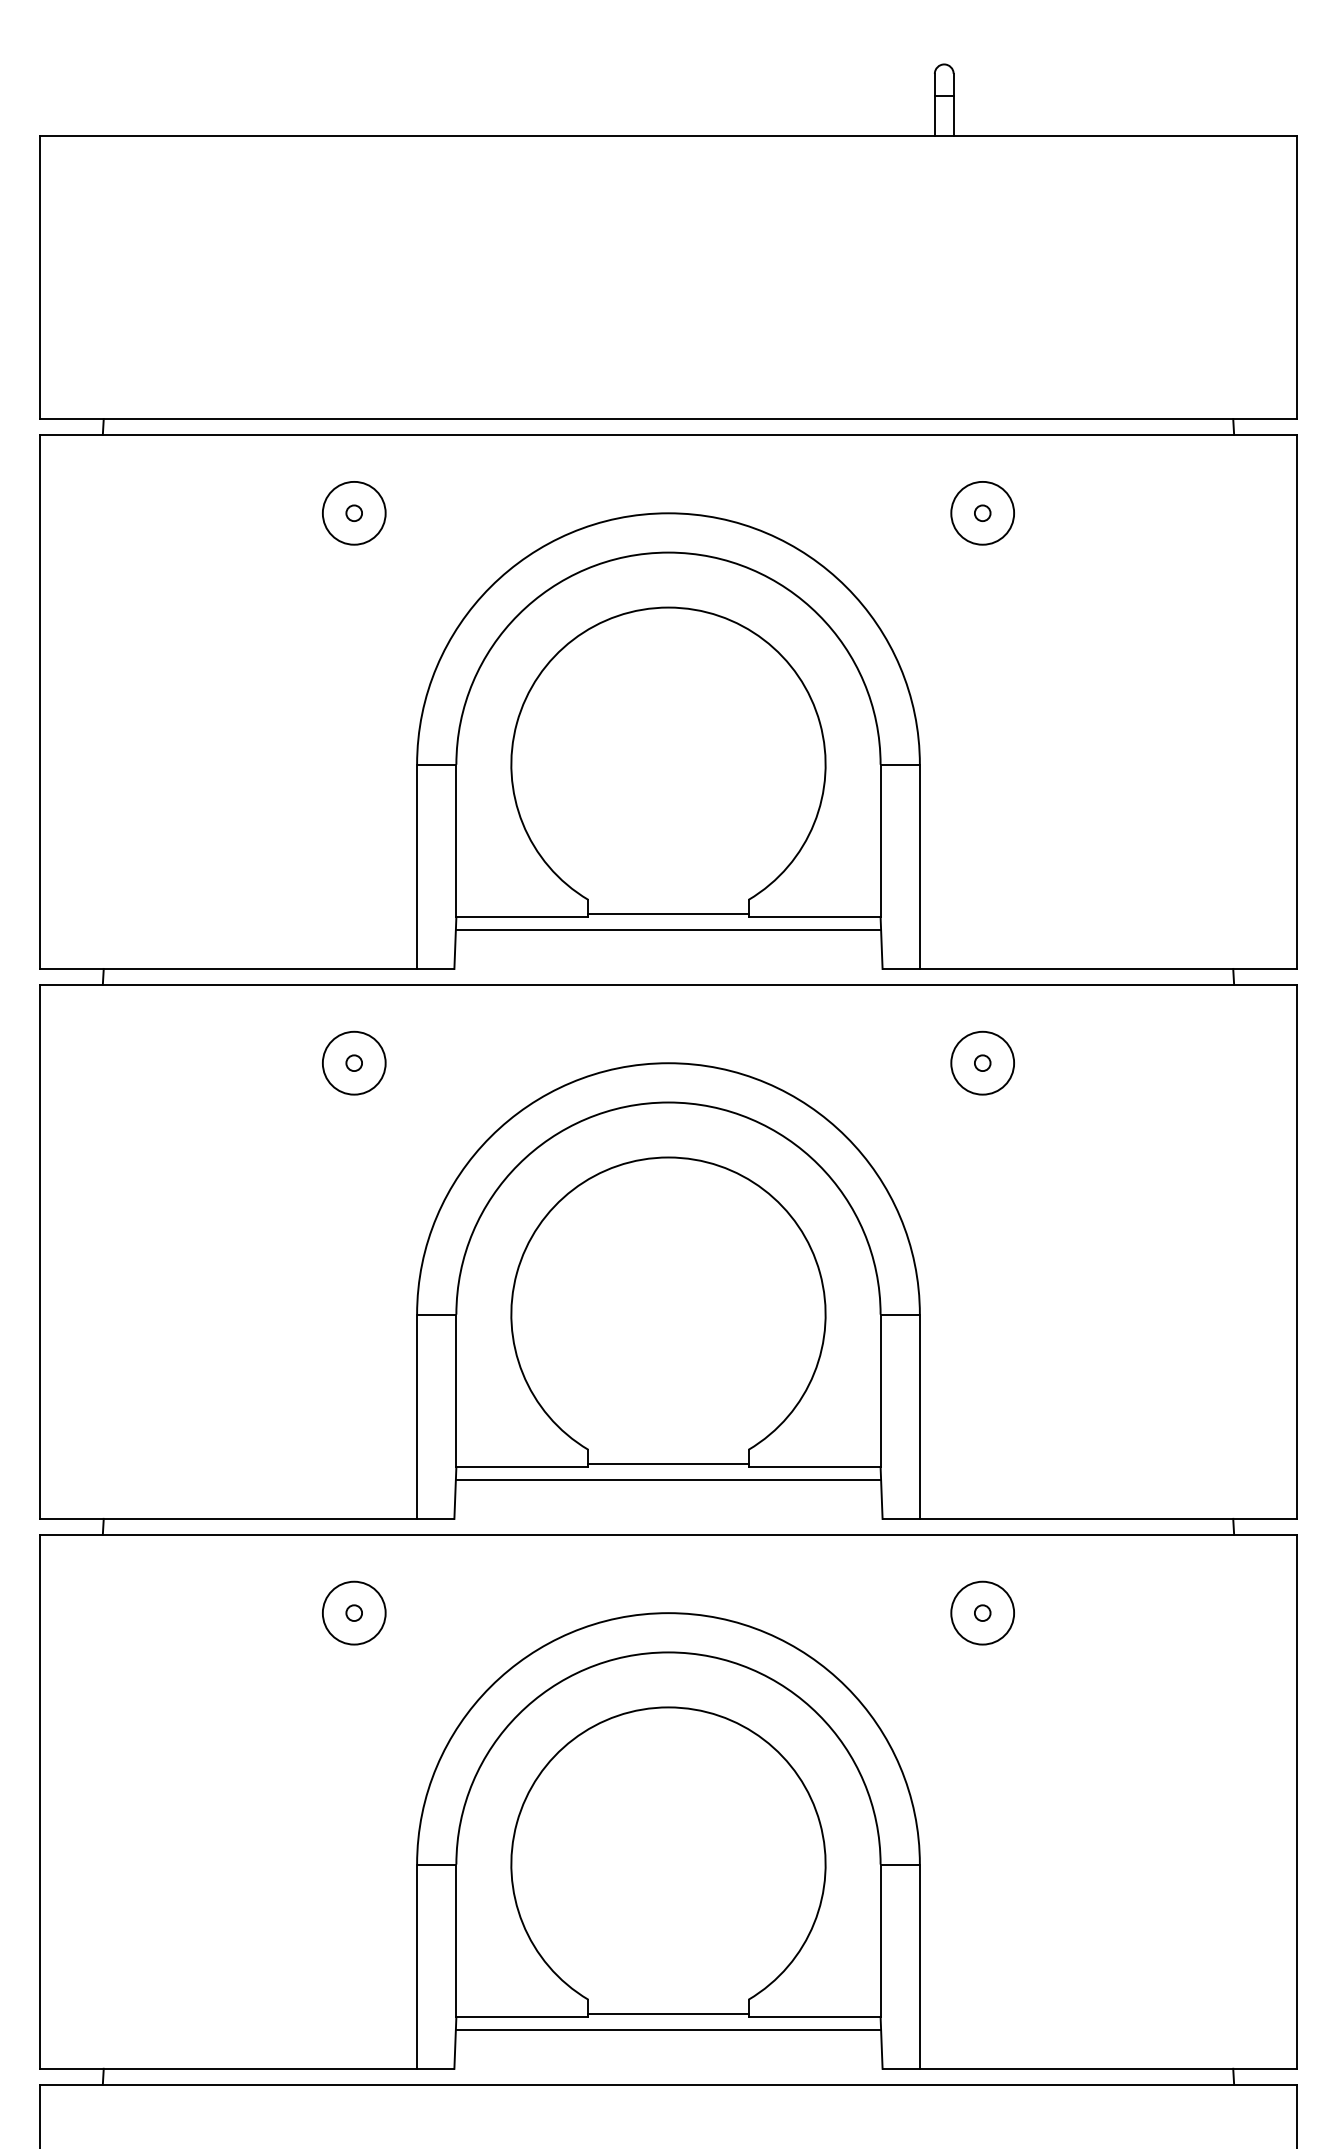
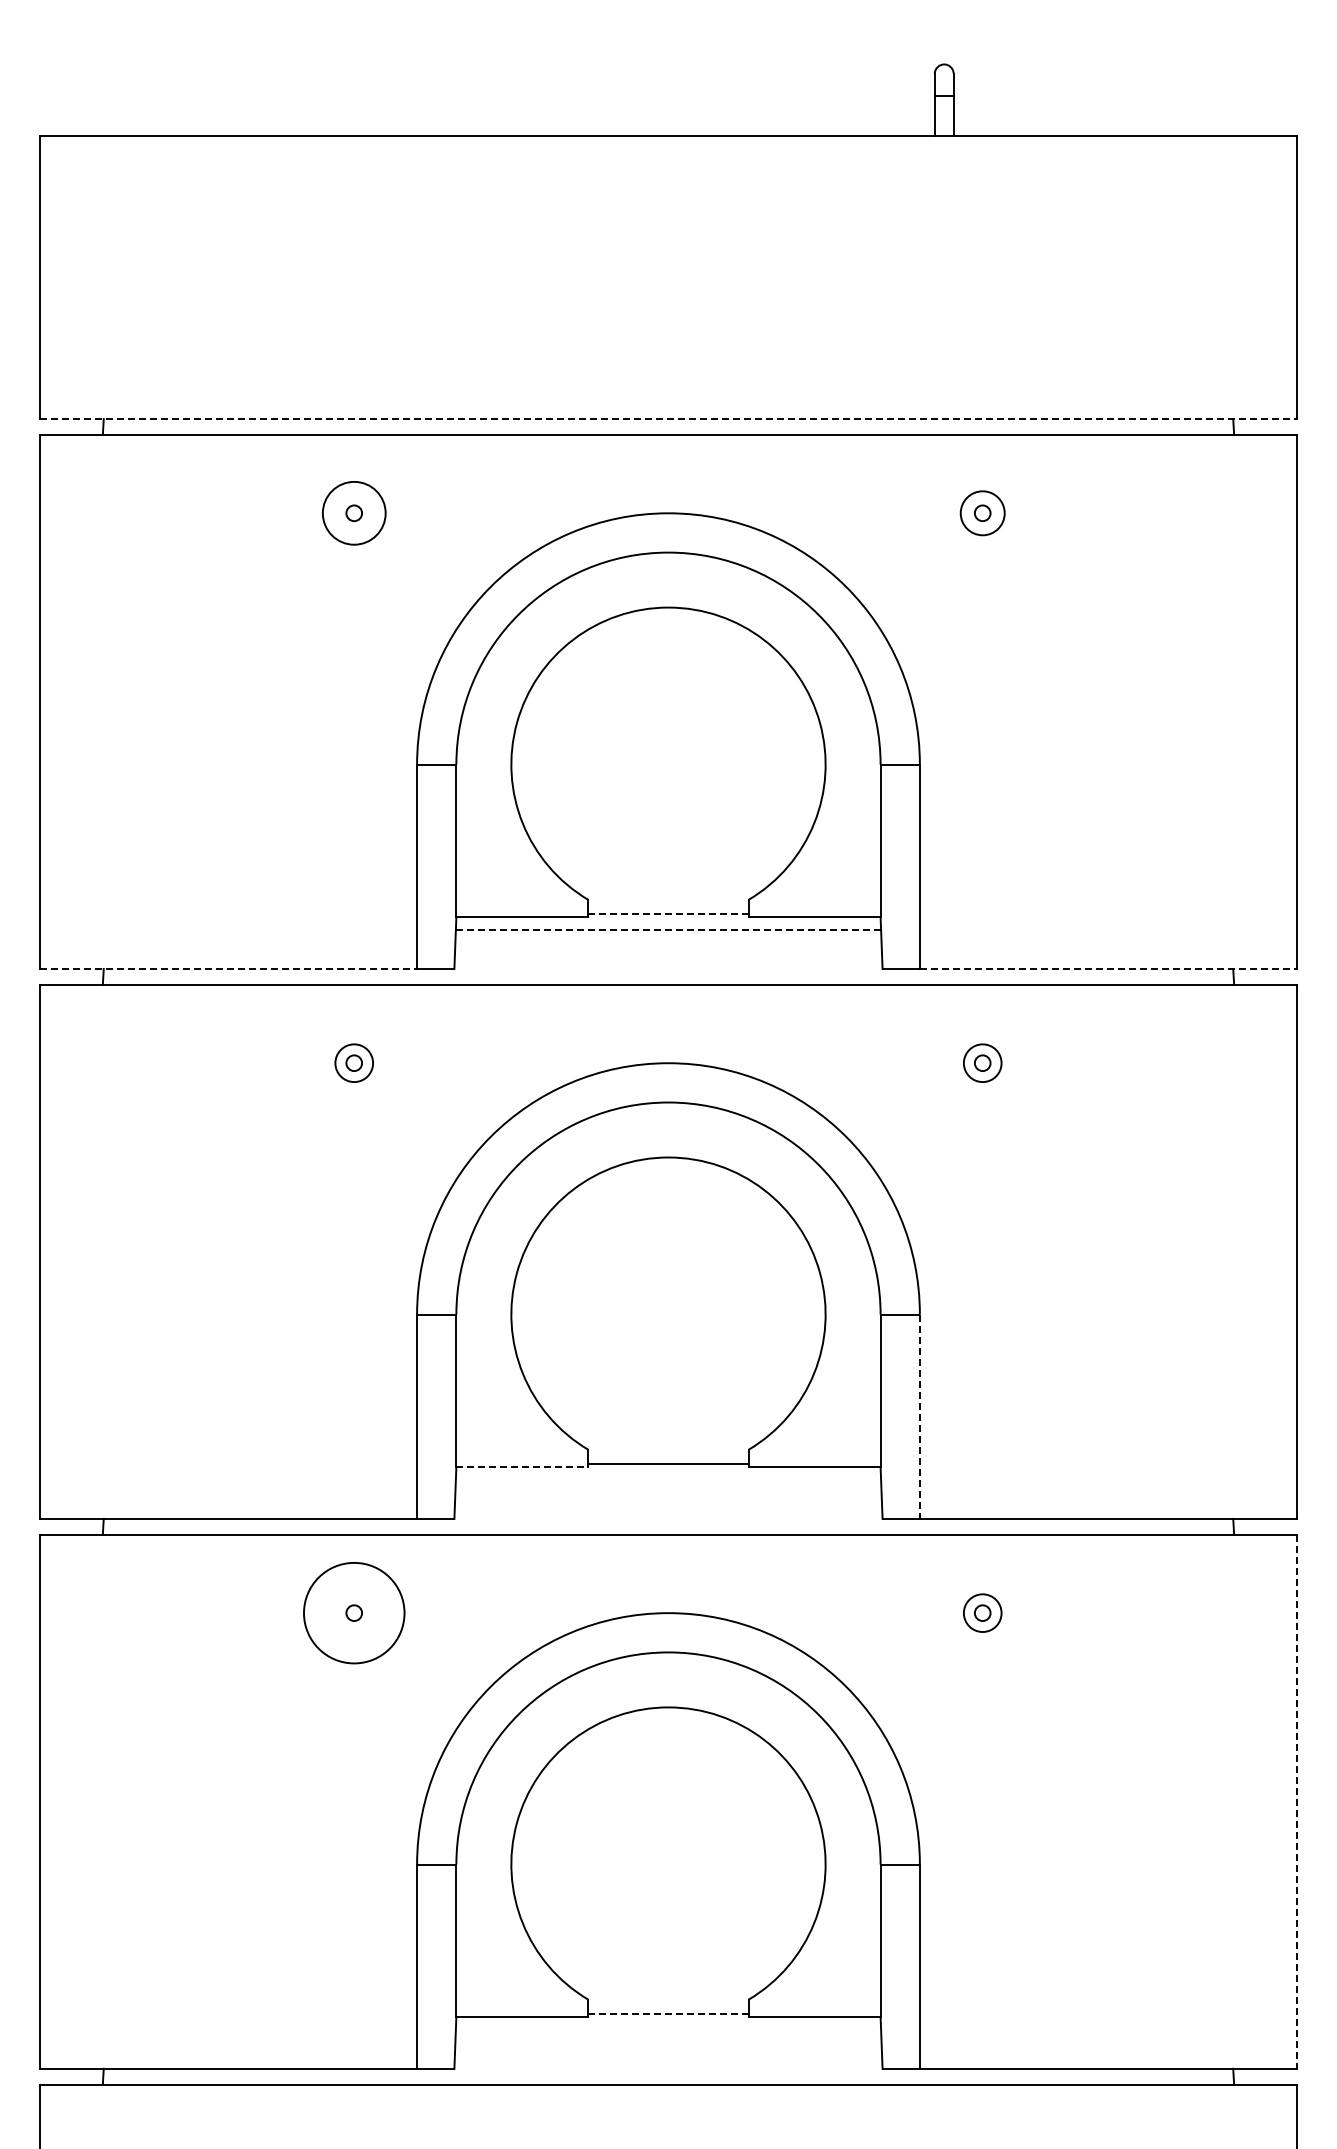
line at (668, 419): solid -> dashed
circle at (982, 512) diameter: 63 px -> 44 px
line at (668, 913): solid -> dashed
line at (668, 929): solid -> dashed
line at (228, 968): solid -> dashed
line at (1108, 968): solid -> dashed
circle at (353, 1062) diameter: 63 px -> 38 px
circle at (982, 1062) diameter: 63 px -> 38 px
line at (919, 1417): solid -> dashed
line at (522, 1467): solid -> dashed
line at (668, 1479): present -> none
circle at (353, 1612) diameter: 63 px -> 101 px
circle at (982, 1612) diameter: 63 px -> 38 px
line at (1296, 1802): solid -> dashed
line at (668, 2013): solid -> dashed
line at (668, 2029): present -> none
